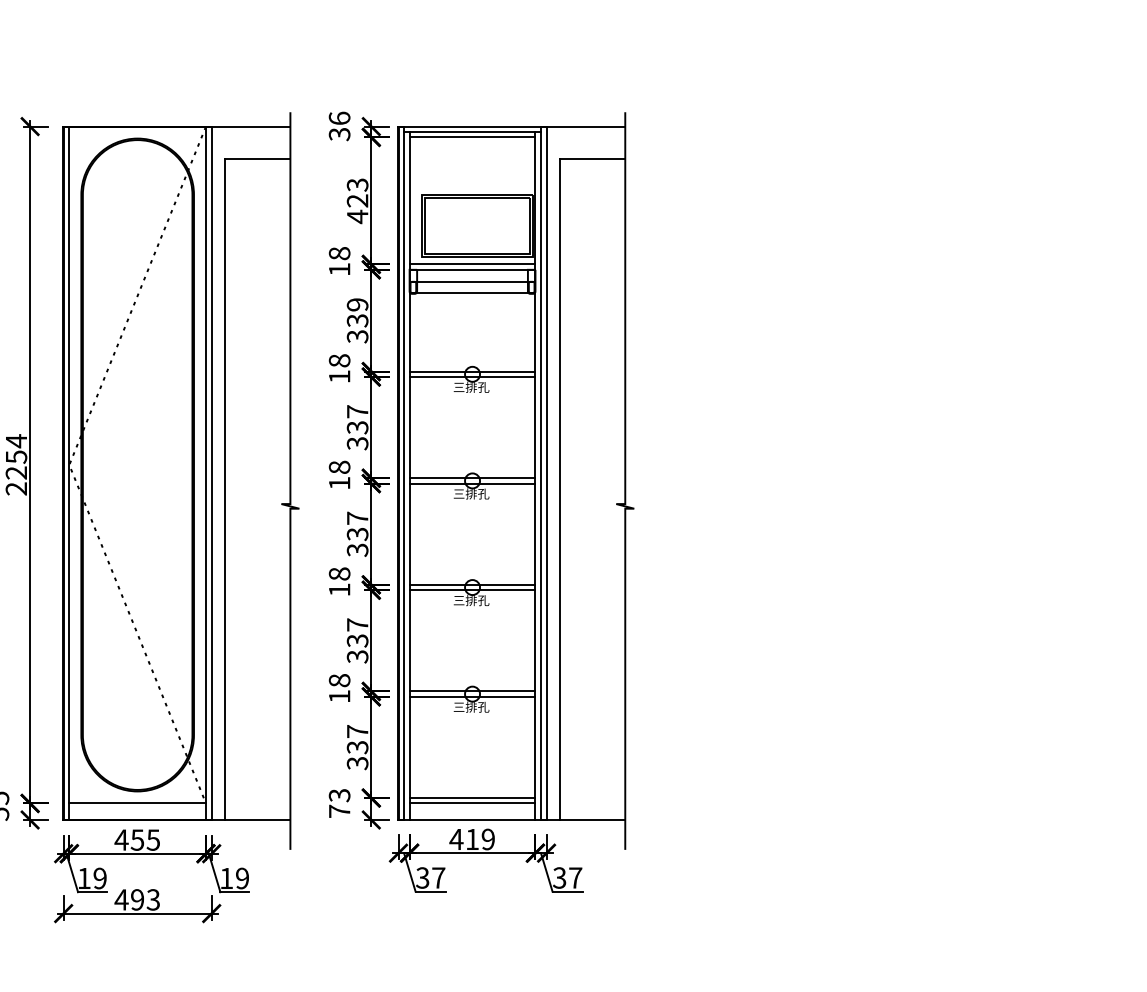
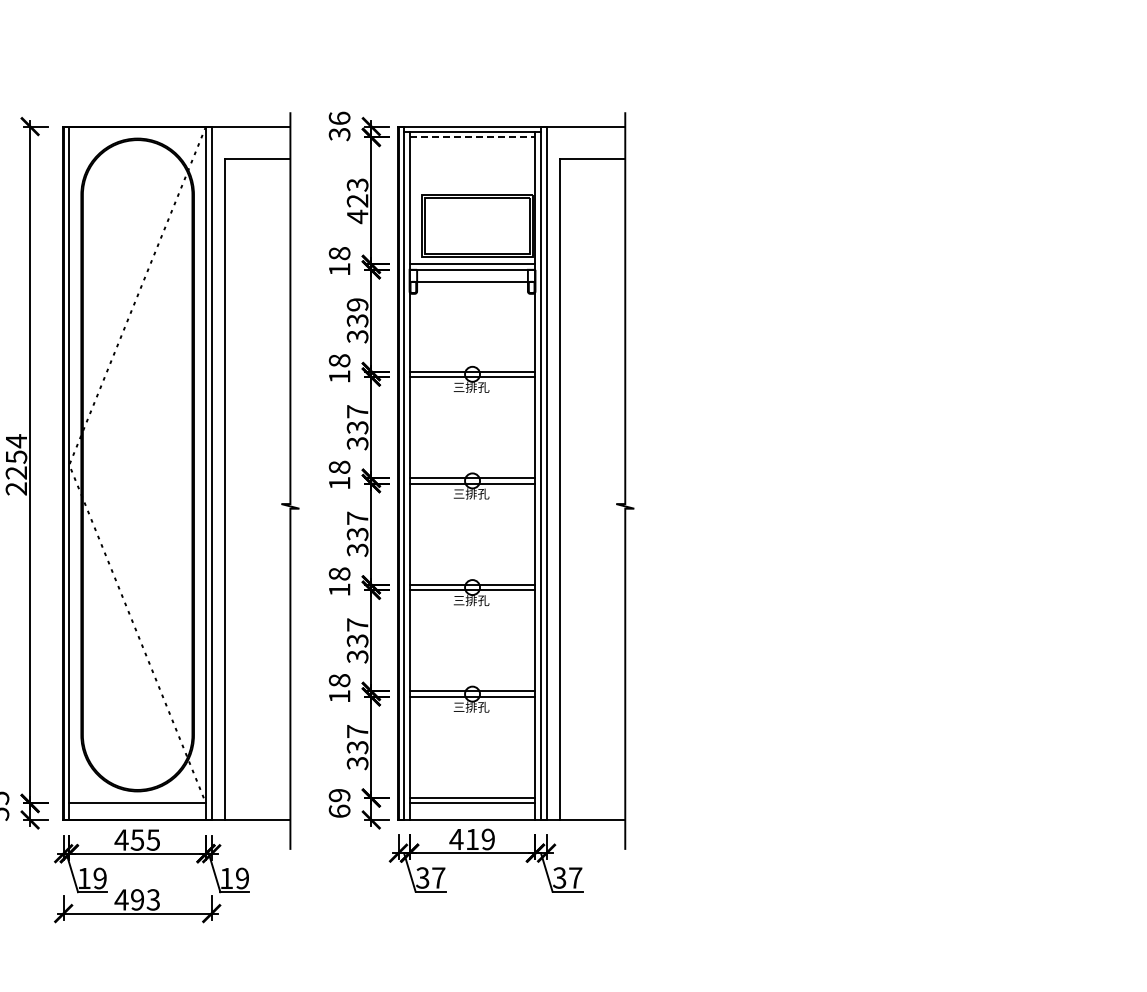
line at (472, 137): solid -> dashed
line at (472, 292): present -> none
text at (339, 803): 73 -> 69
